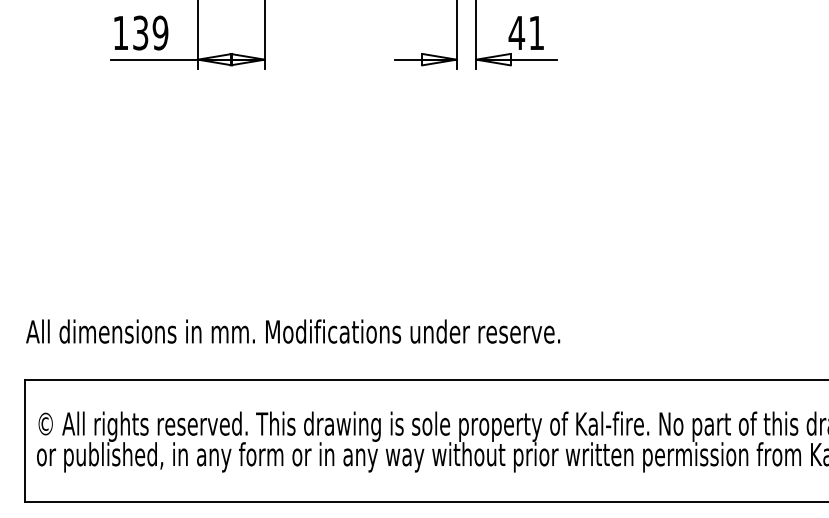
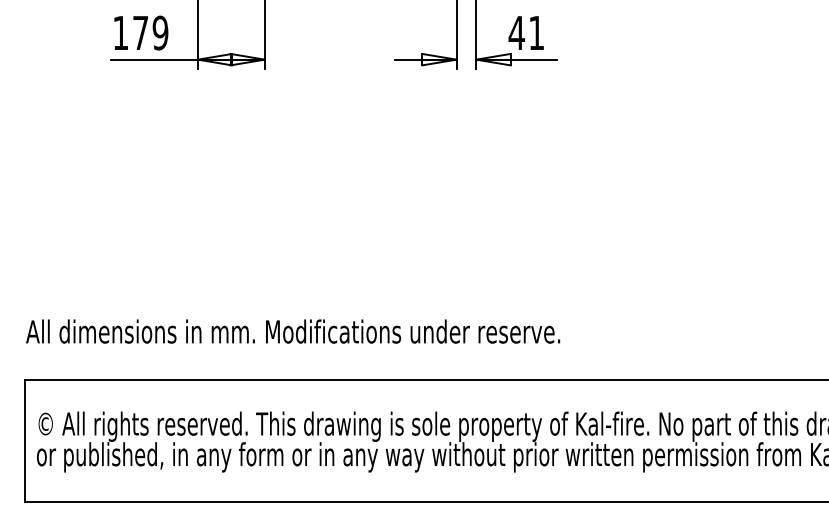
text at (140, 32): 139 -> 179
